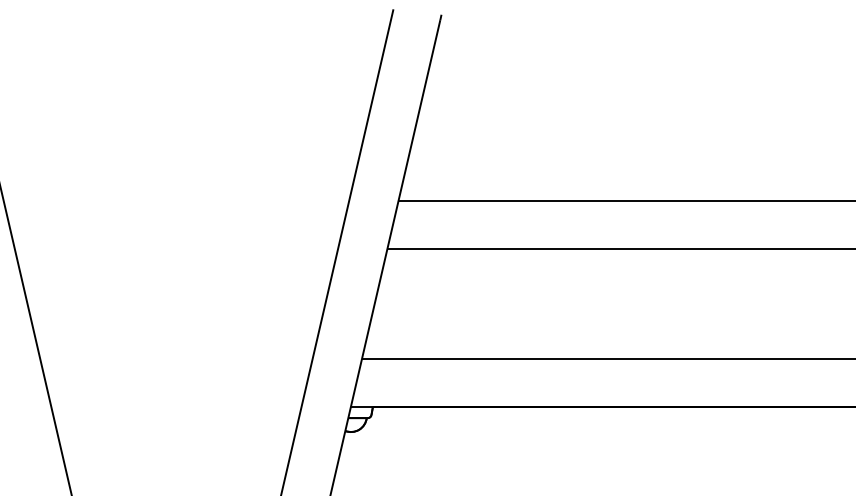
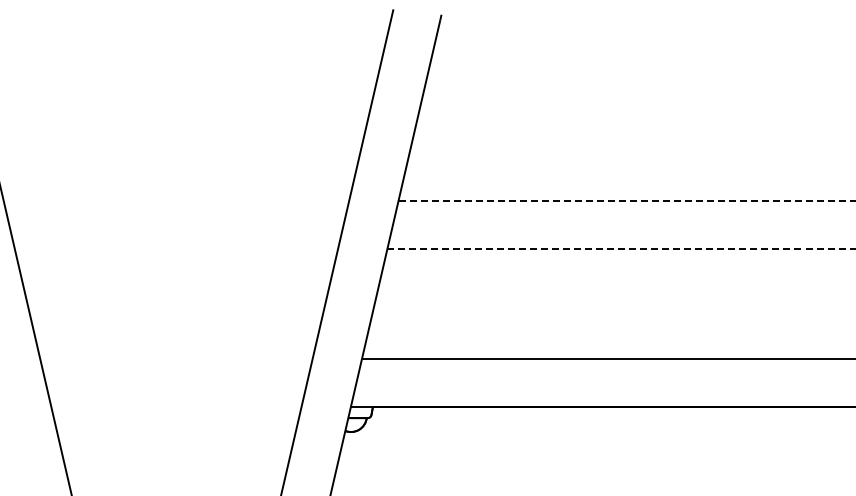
line at (627, 200): solid -> dashed
line at (622, 248): solid -> dashed
